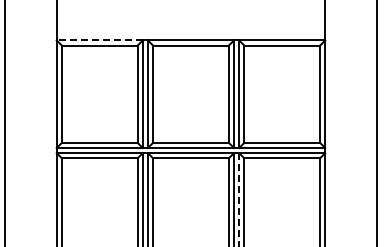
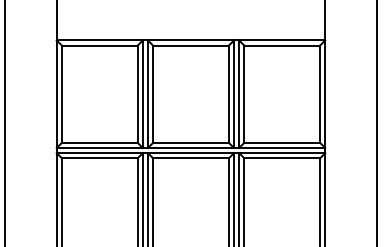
line at (99, 40): dashed -> solid
line at (239, 199): dashed -> solid
